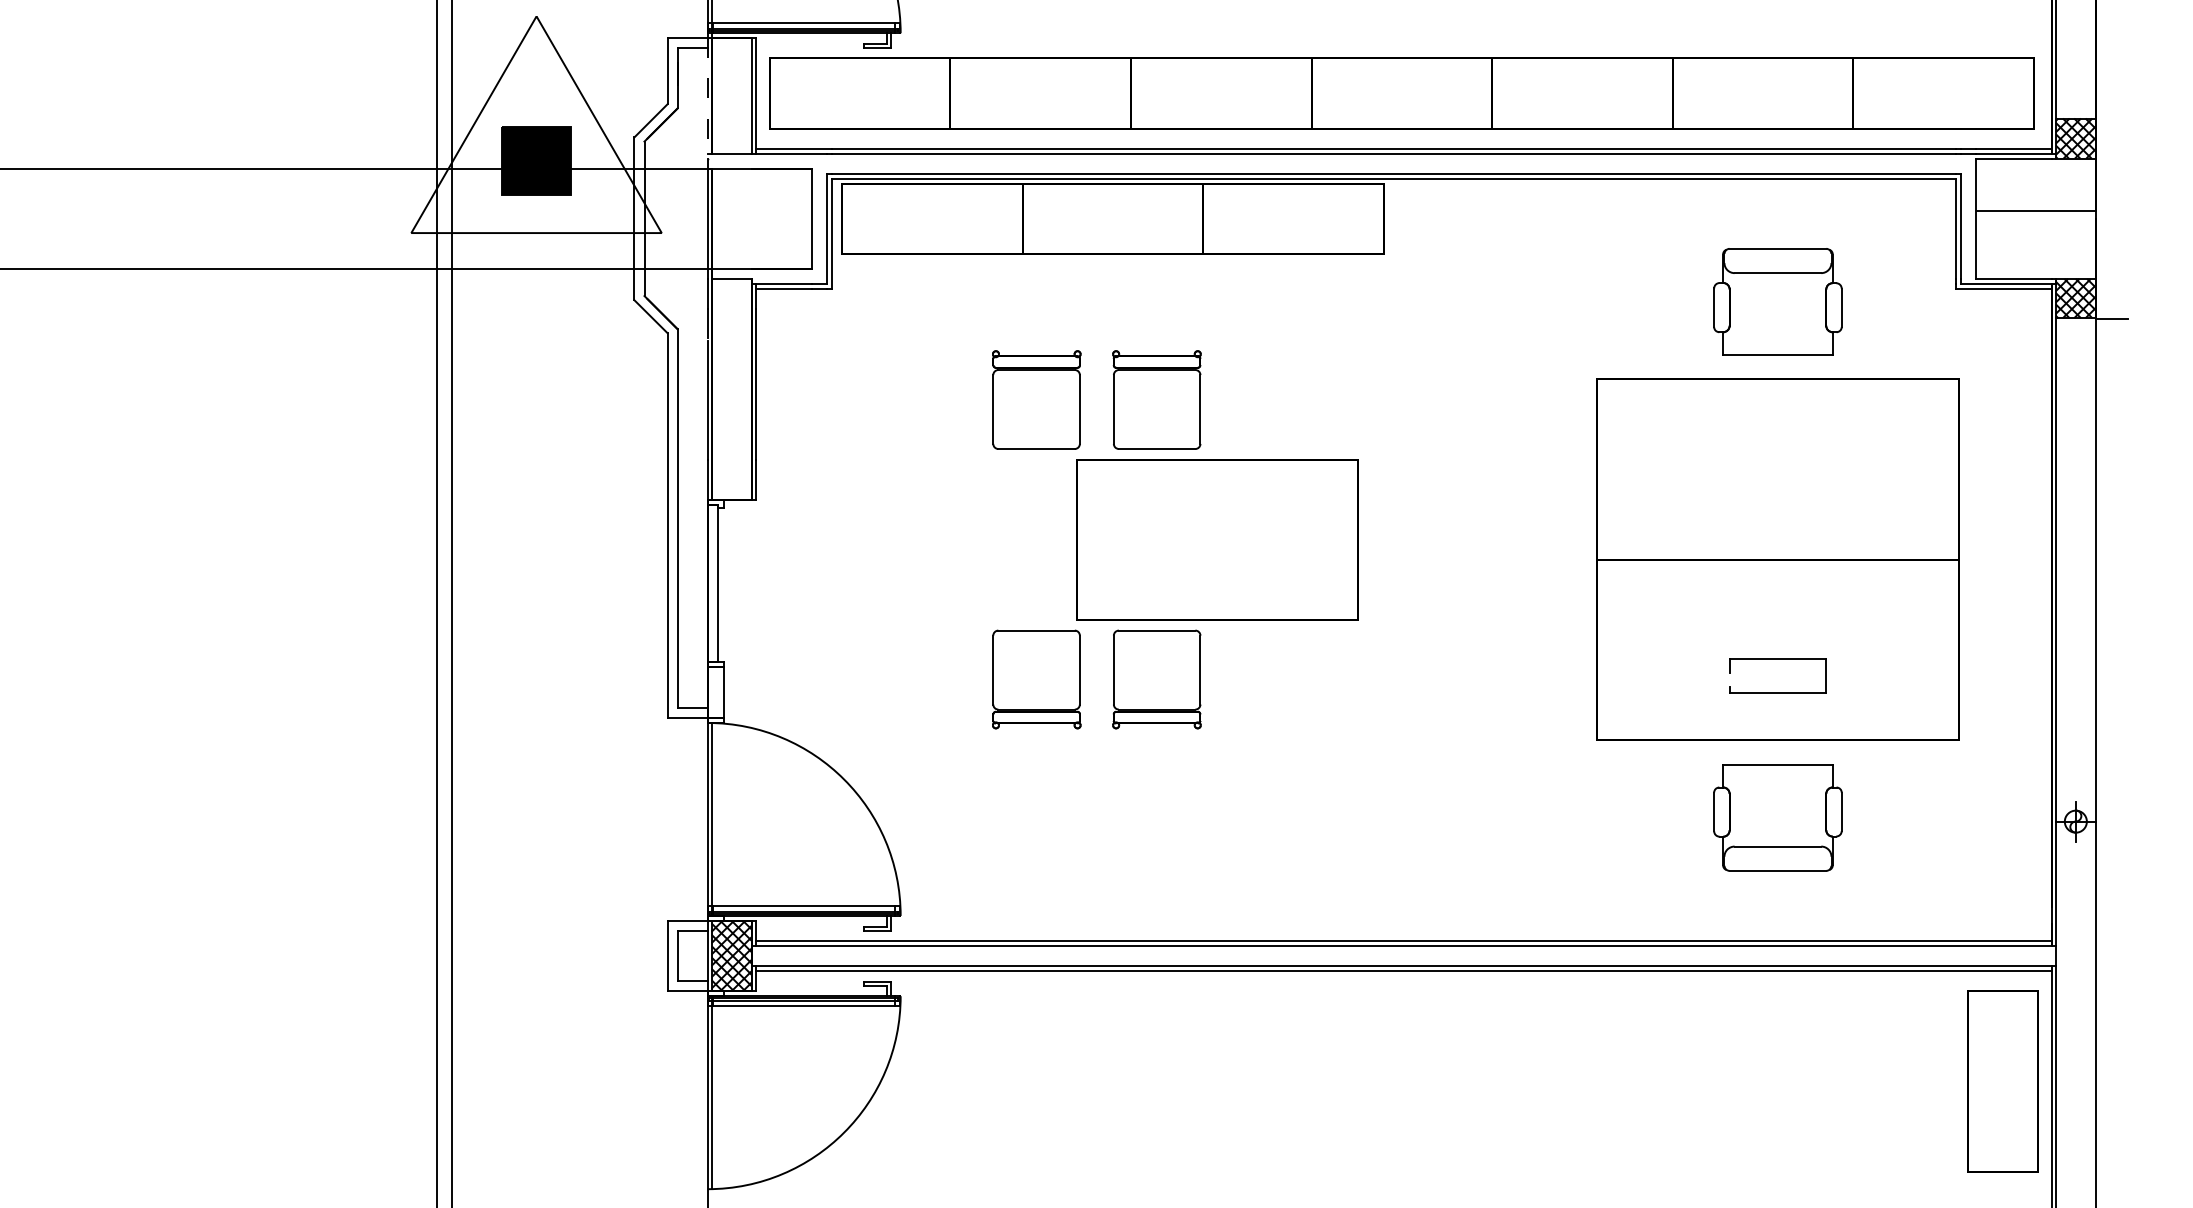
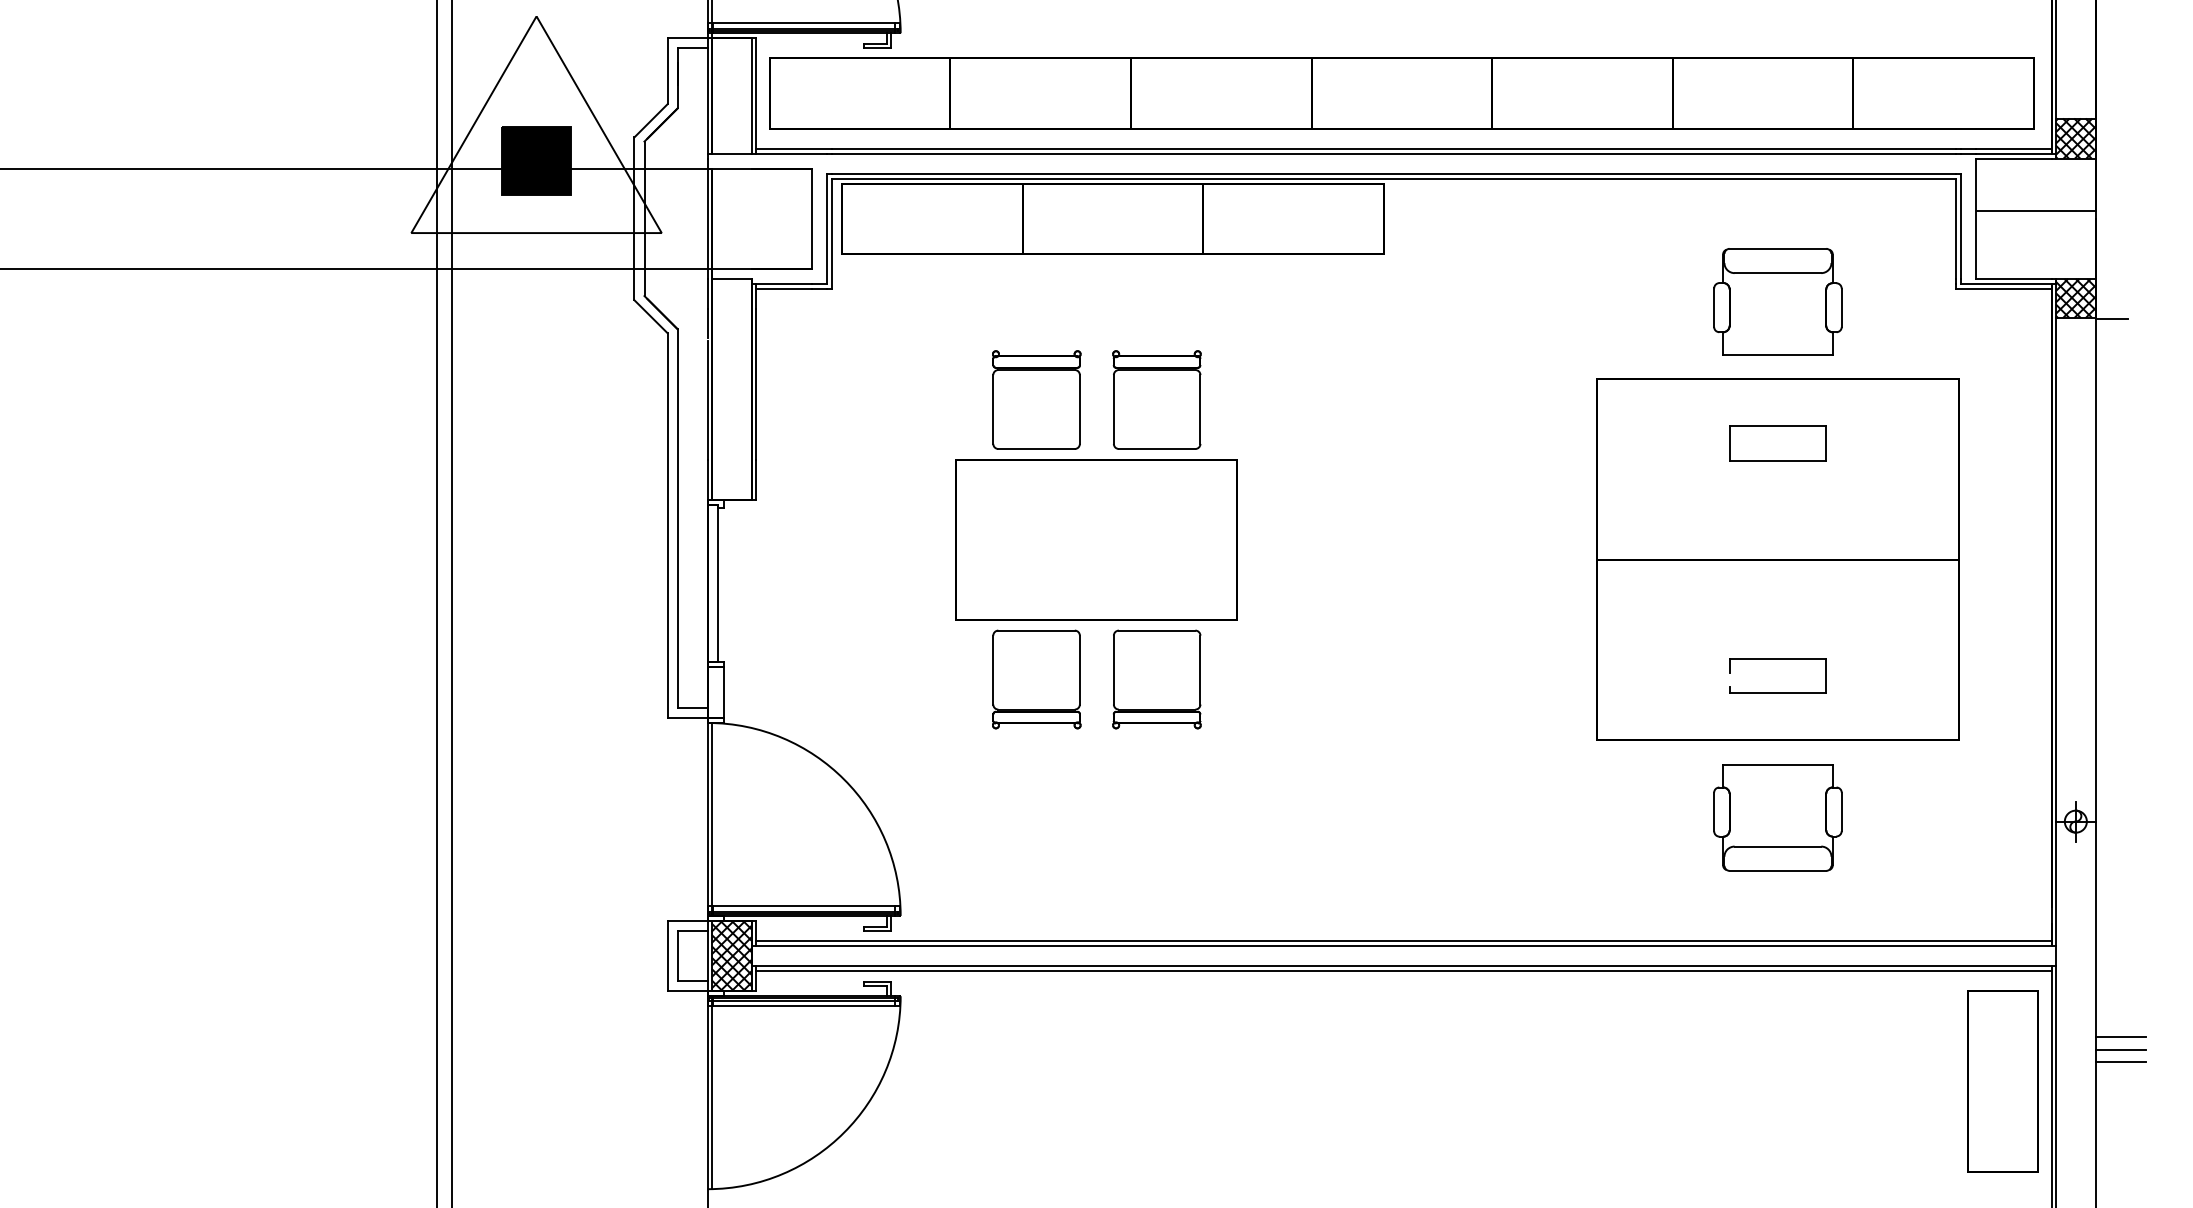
line at (707, 98): dashed -> solid
part at (1777, 443): none -> present
part at (1217, 539) position: (1217, 539) -> (1096, 539)
line at (2120, 1037): none -> present
line at (2120, 1049): none -> present
line at (2120, 1062): none -> present
